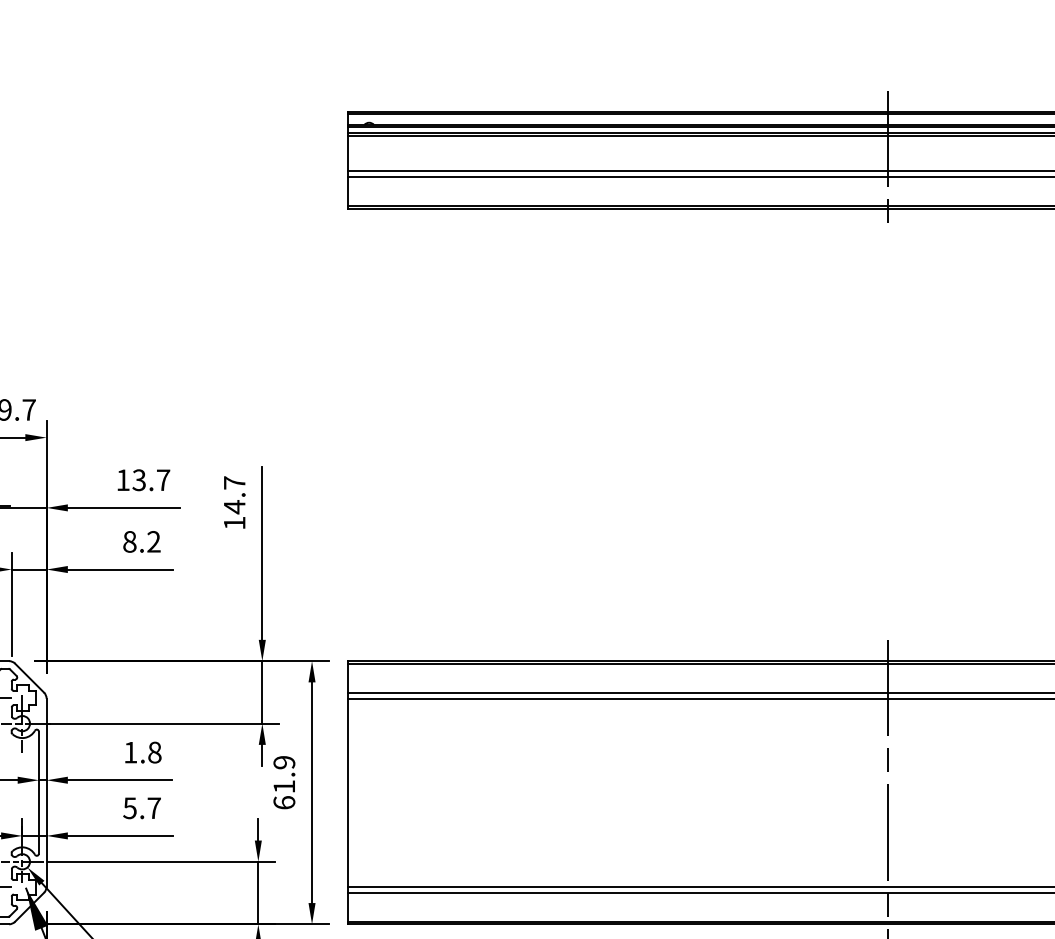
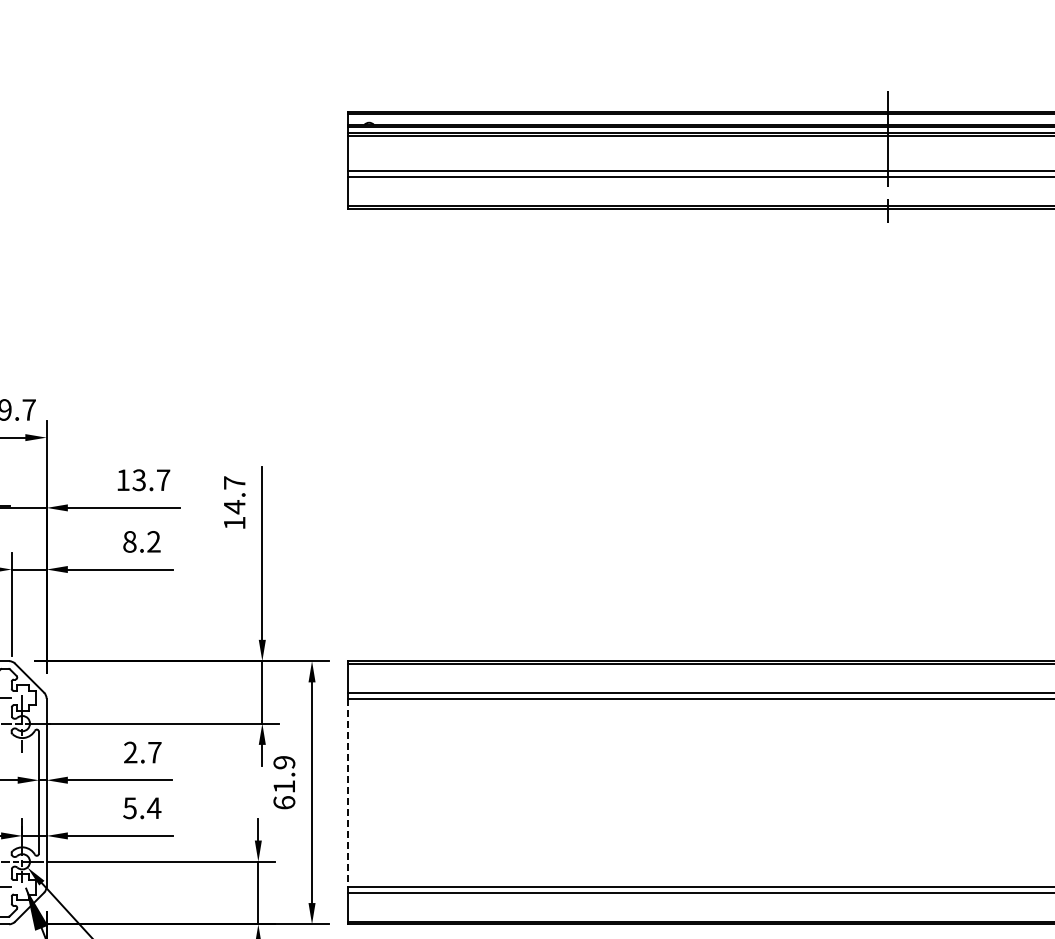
text at (142, 752): 1.8 -> 2.7
line at (887, 787): present -> none
line at (347, 793): solid -> dashed
text at (154, 807): 5.7 -> 5.4
